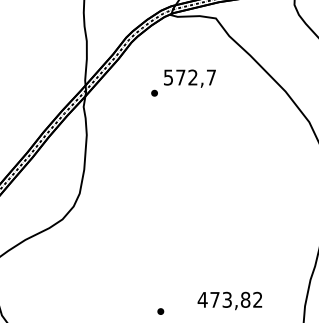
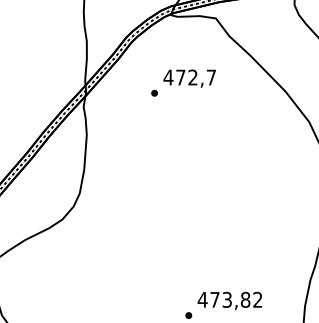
text at (168, 77): 572,7 -> 472,7
part at (160, 311) position: (160, 311) -> (188, 315)
